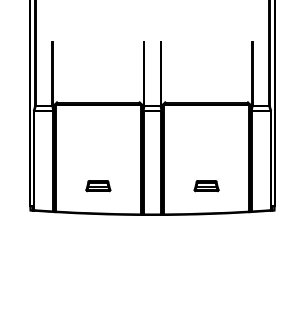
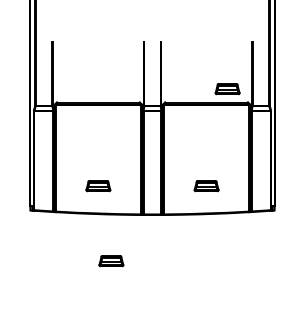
part at (227, 89): none -> present
part at (111, 261): none -> present
